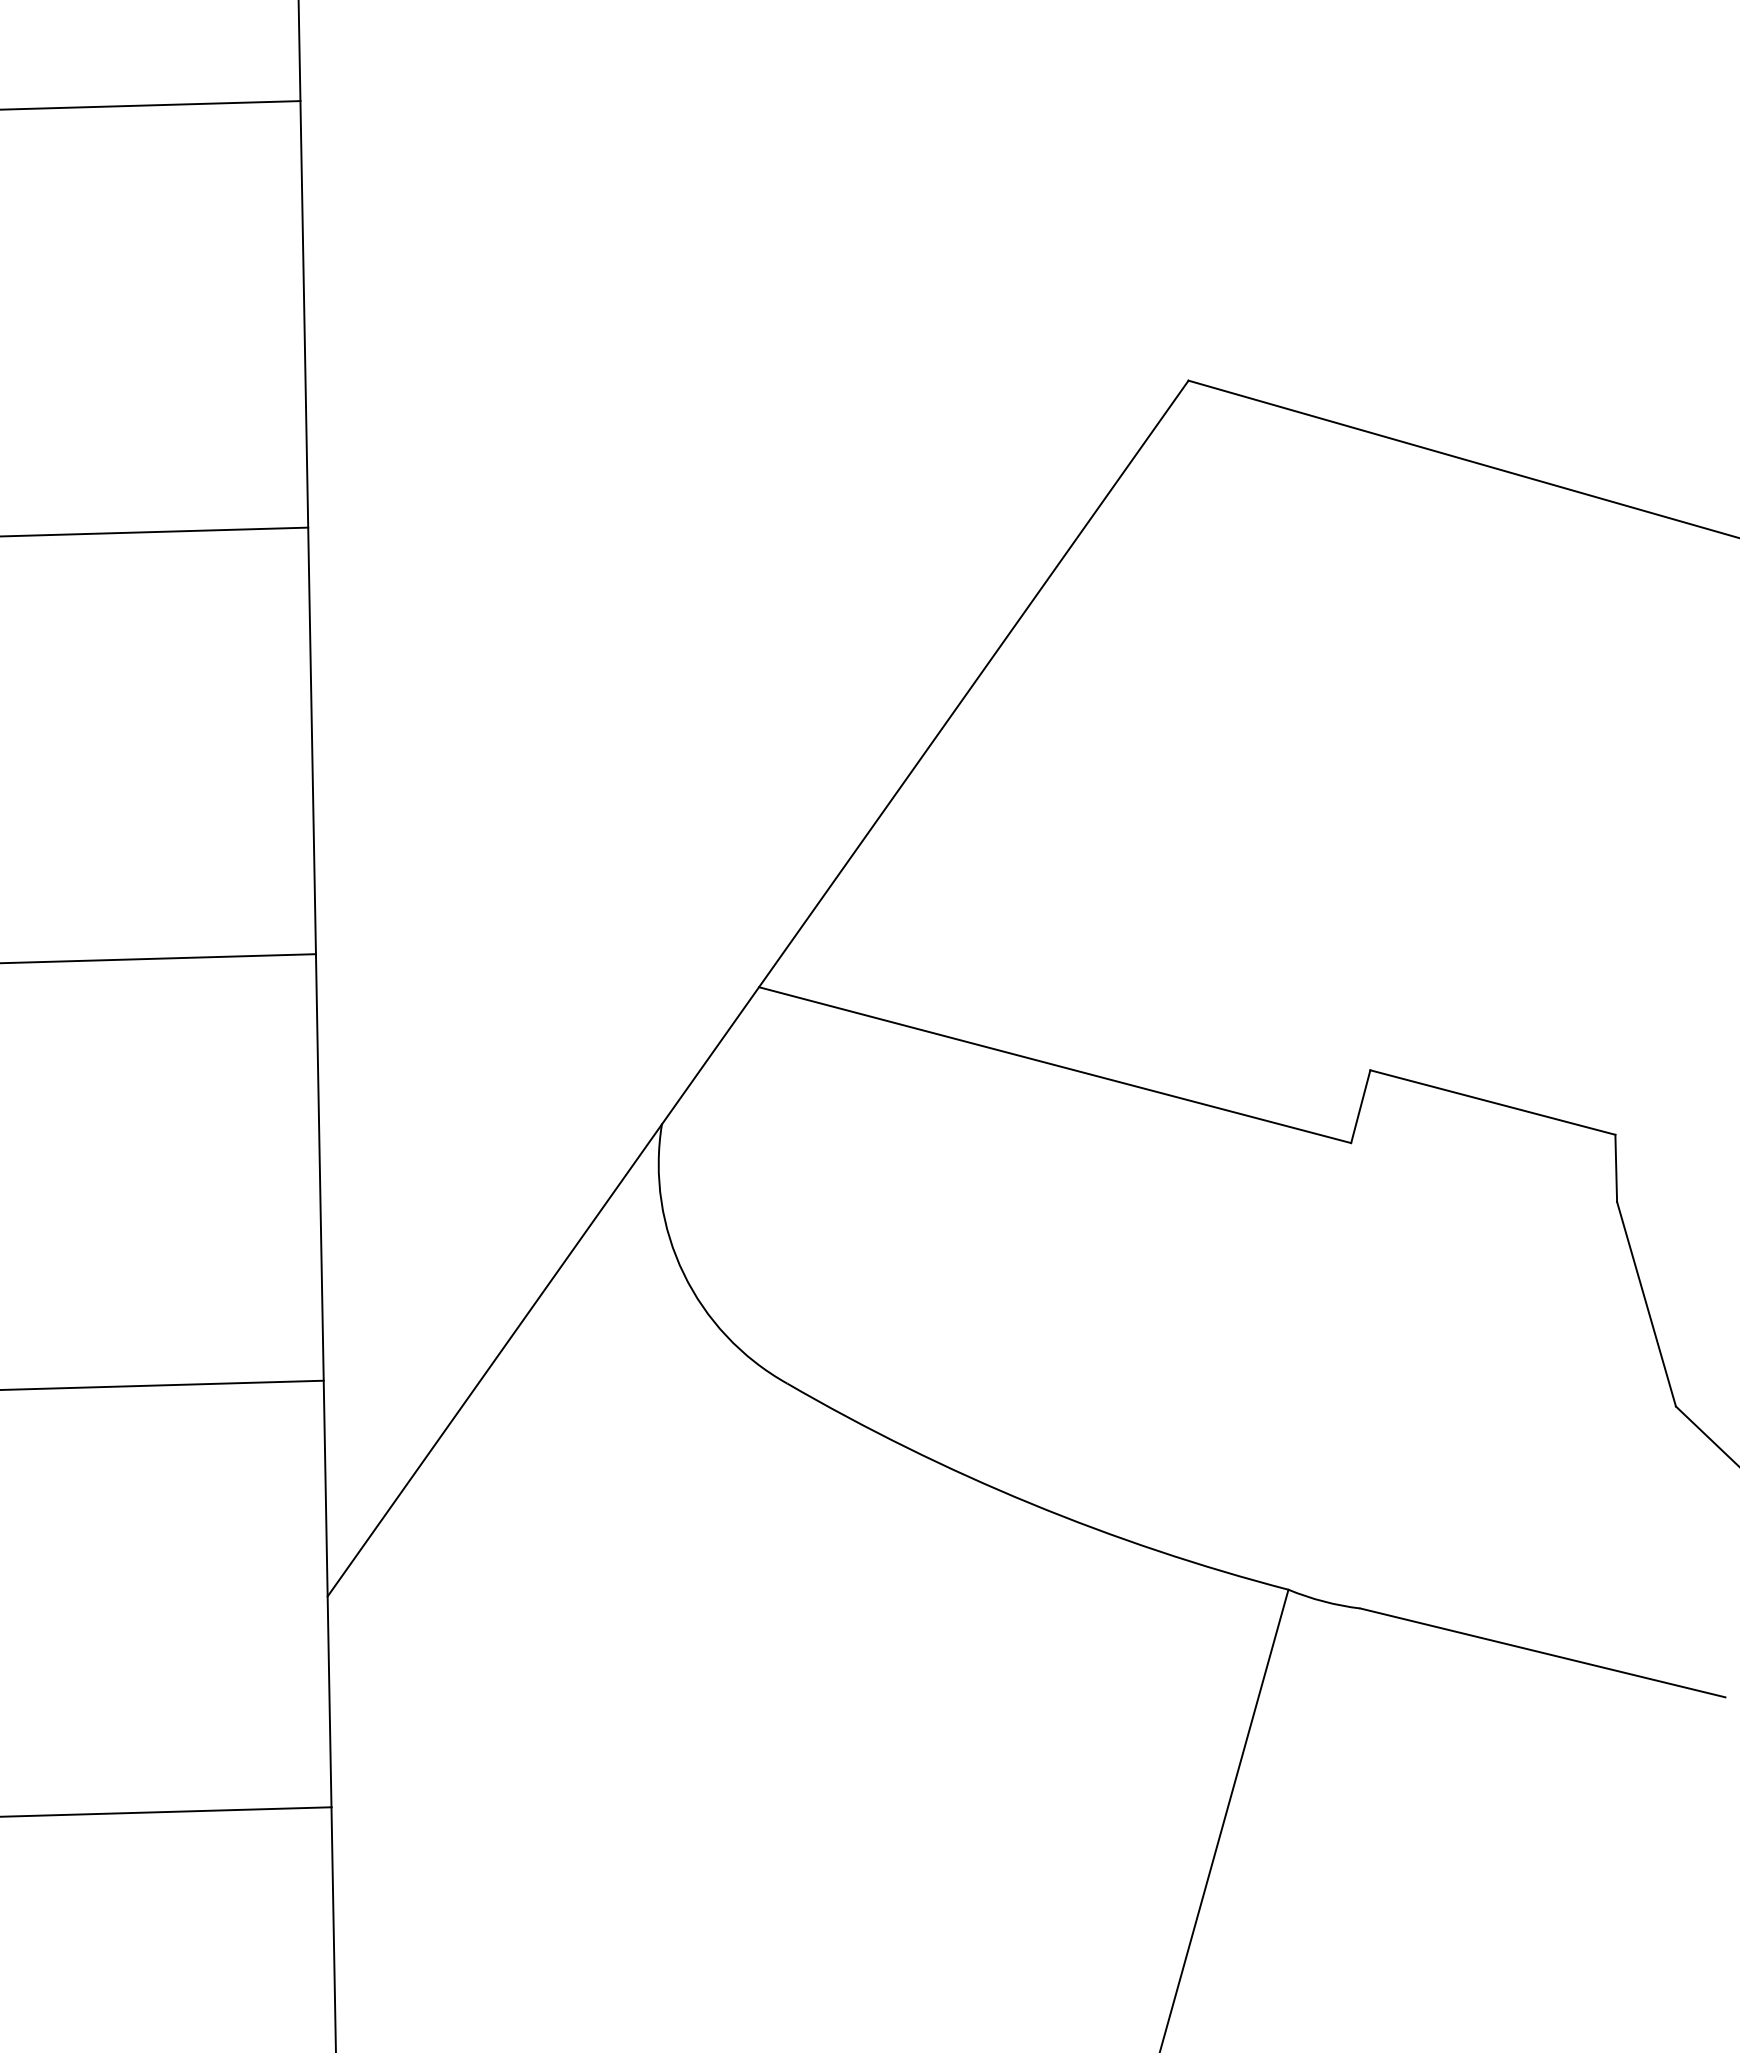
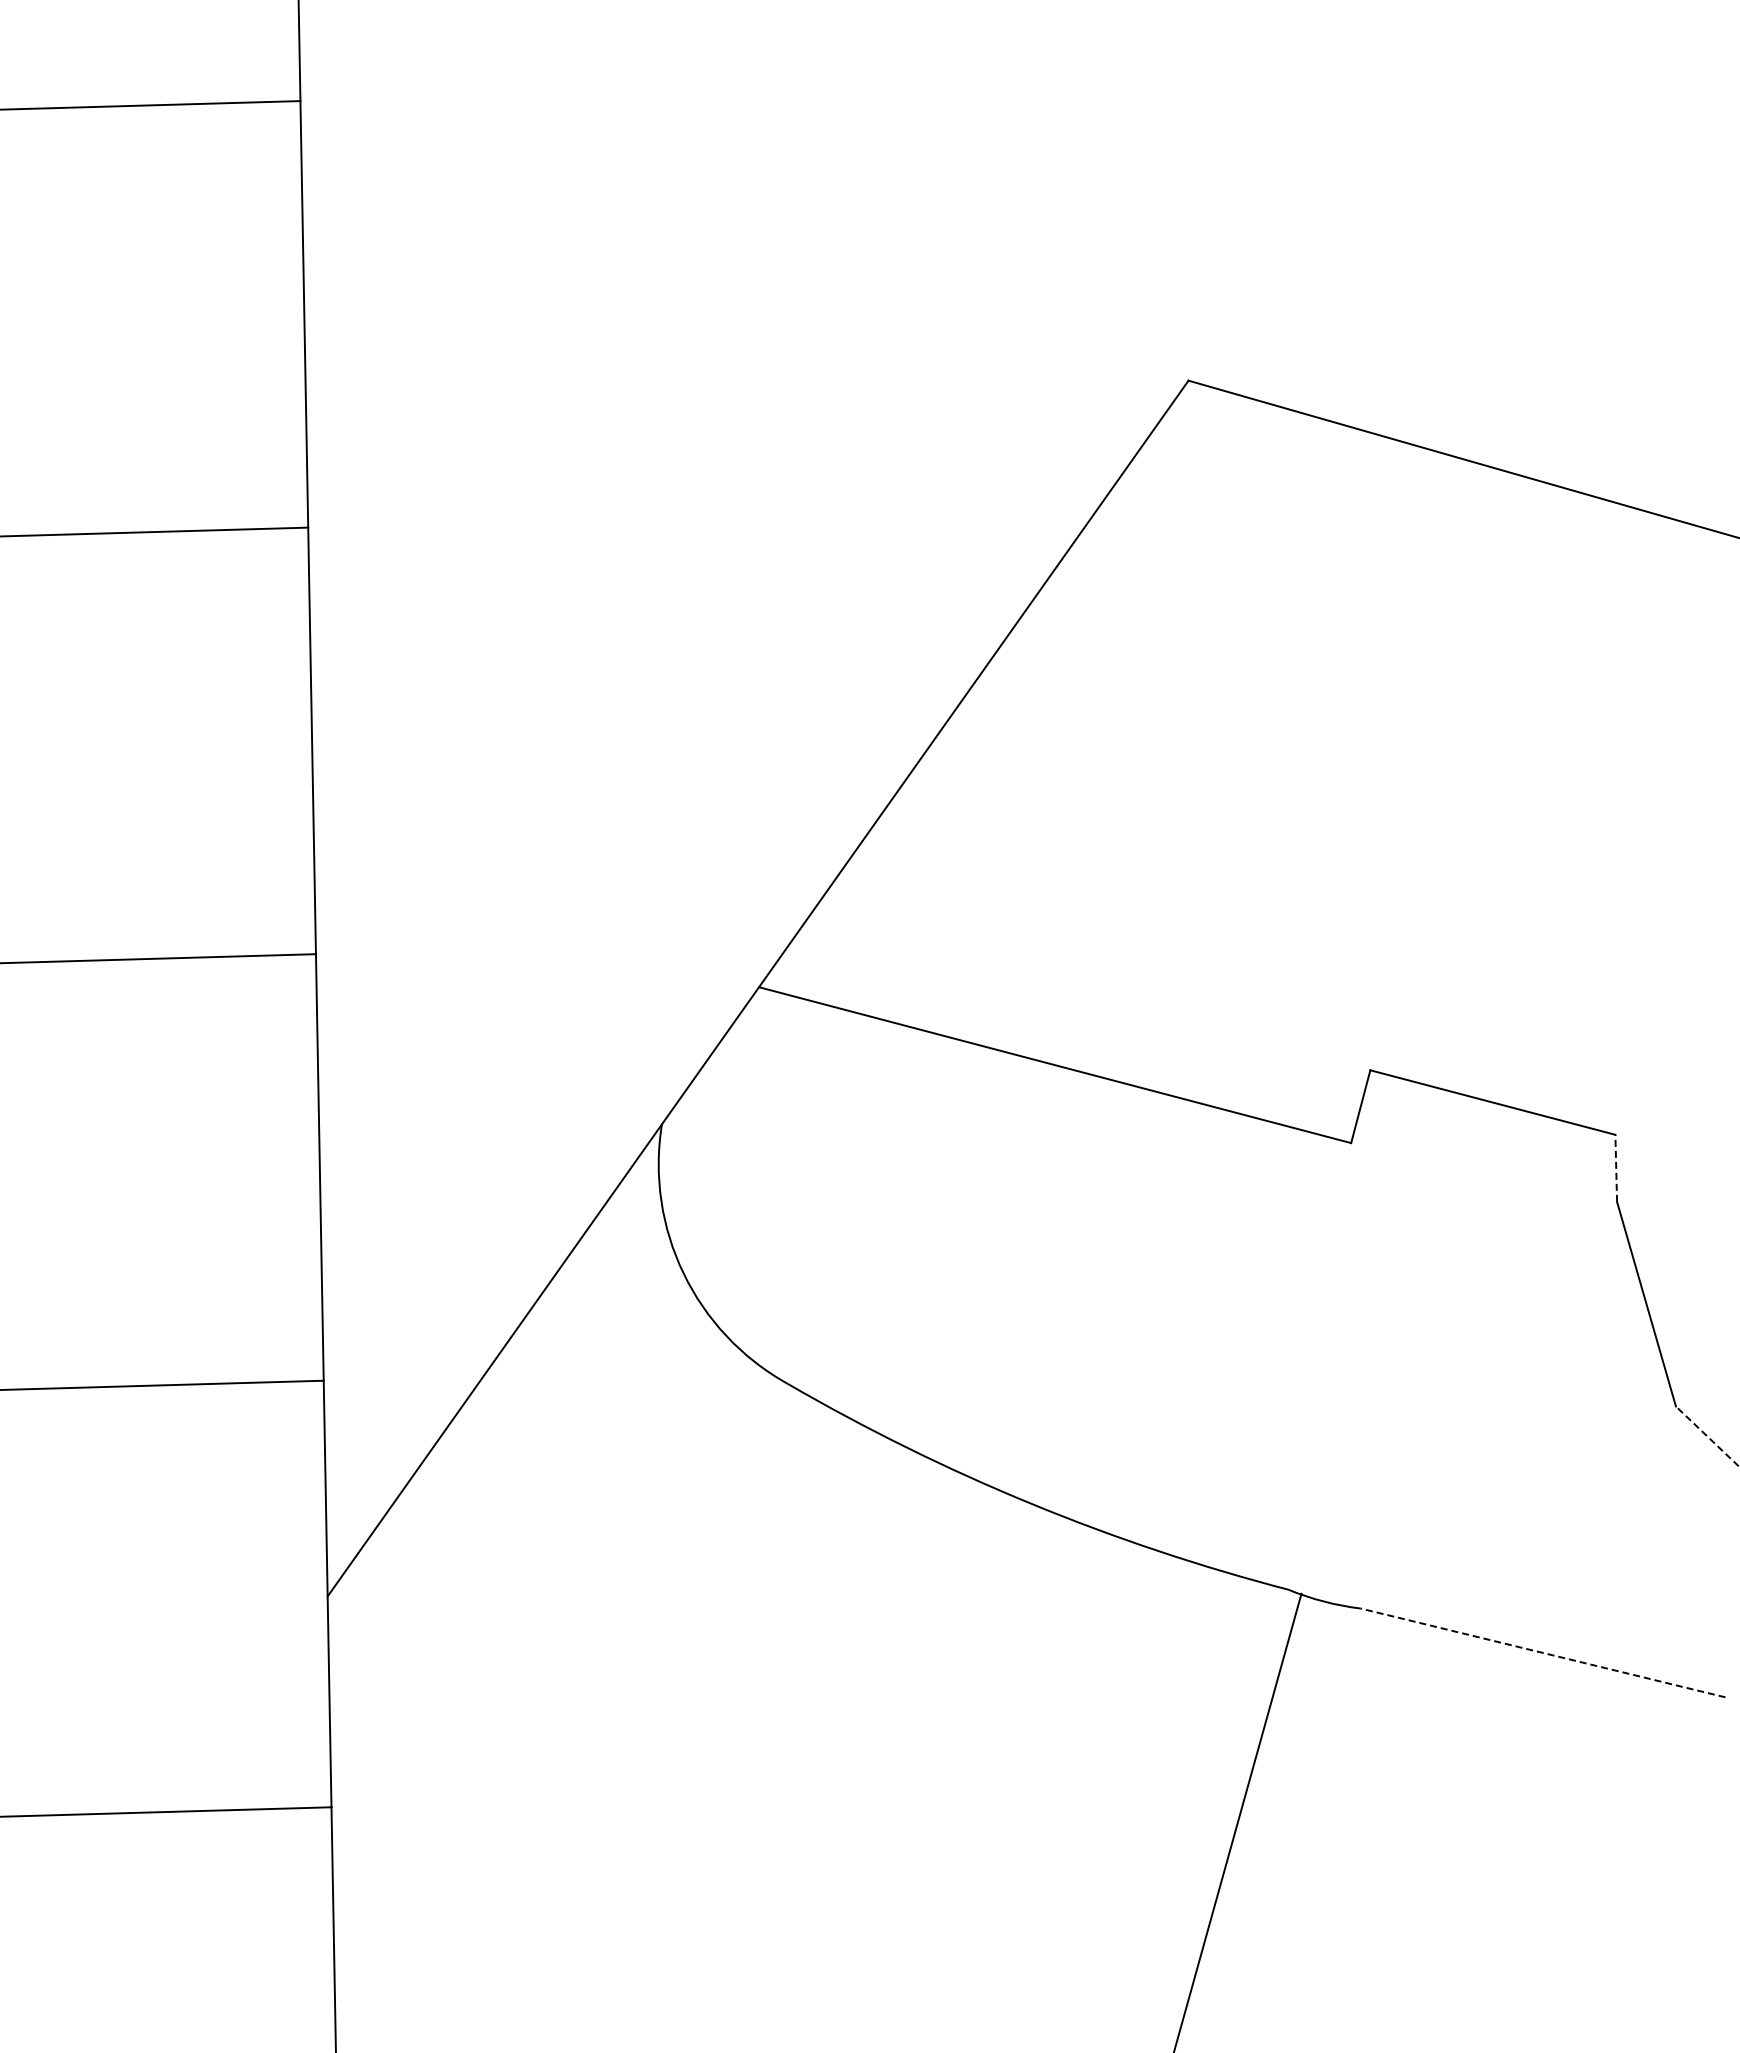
line at (1616, 1168): solid -> dashed
line at (1707, 1436): solid -> dashed
line at (1542, 1652): solid -> dashed
line at (1224, 1819) position: (1224, 1819) -> (1237, 1821)
